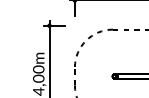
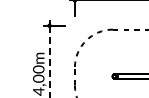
line at (49, 61): solid -> dashed
